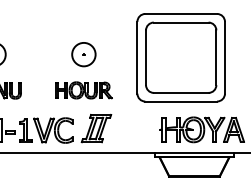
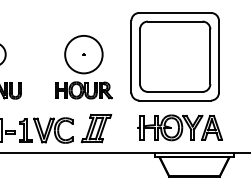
circle at (83, 54) diameter: 23 px -> 38 px
part at (180, 57) position: (180, 57) -> (174, 56)
part at (201, 129) position: (201, 129) -> (179, 127)
